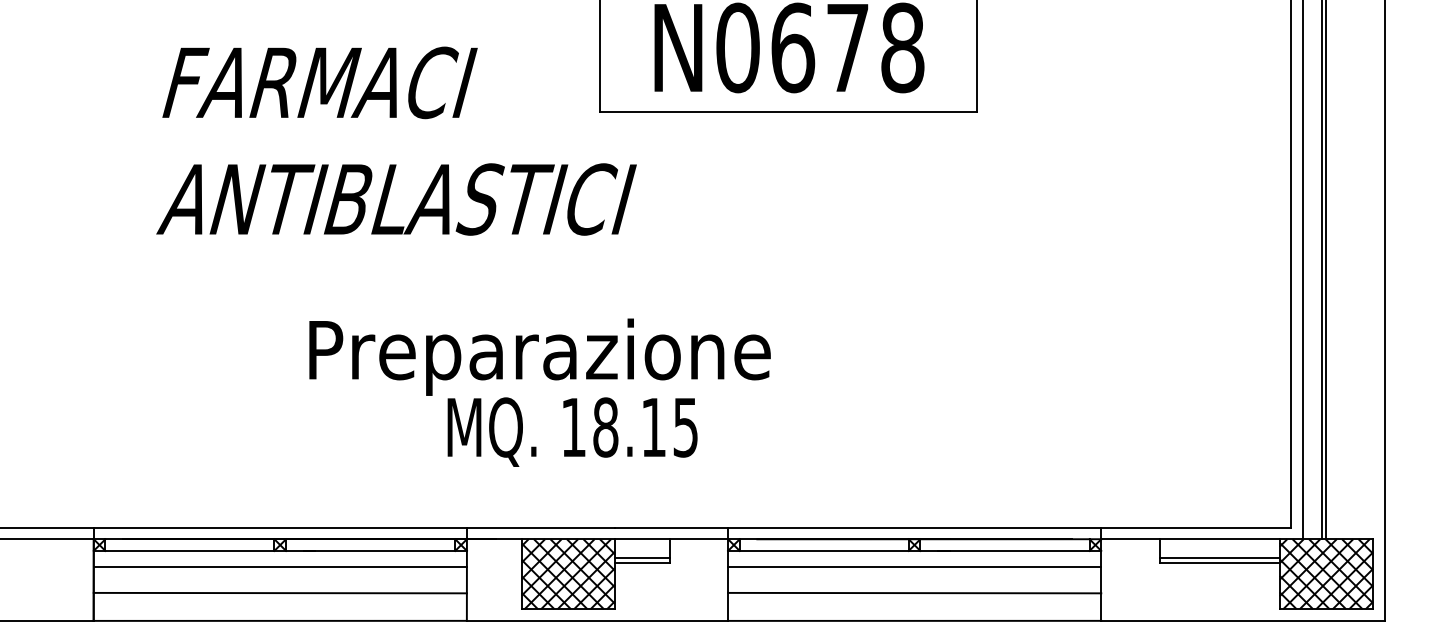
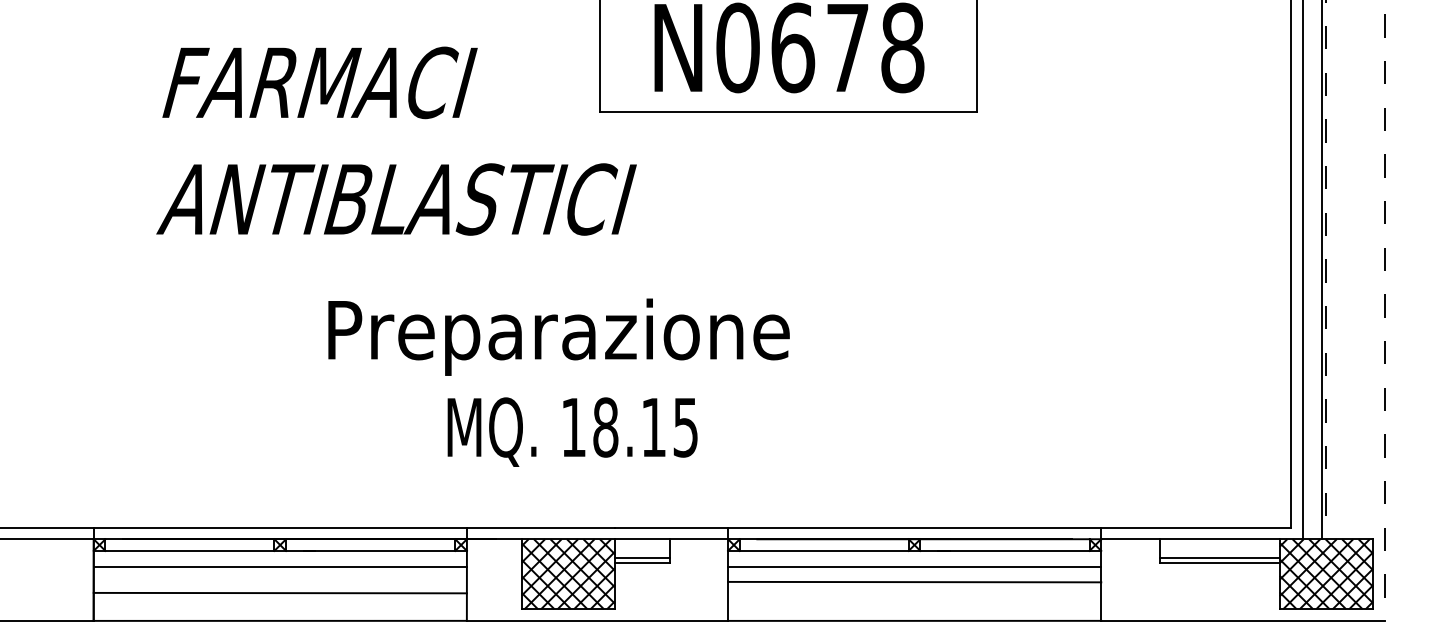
line at (1326, 269): solid -> dashed
line at (1384, 311): solid -> dashed
text at (539, 356) position: (539, 356) -> (558, 336)
line at (914, 592) position: (914, 592) -> (914, 581)
